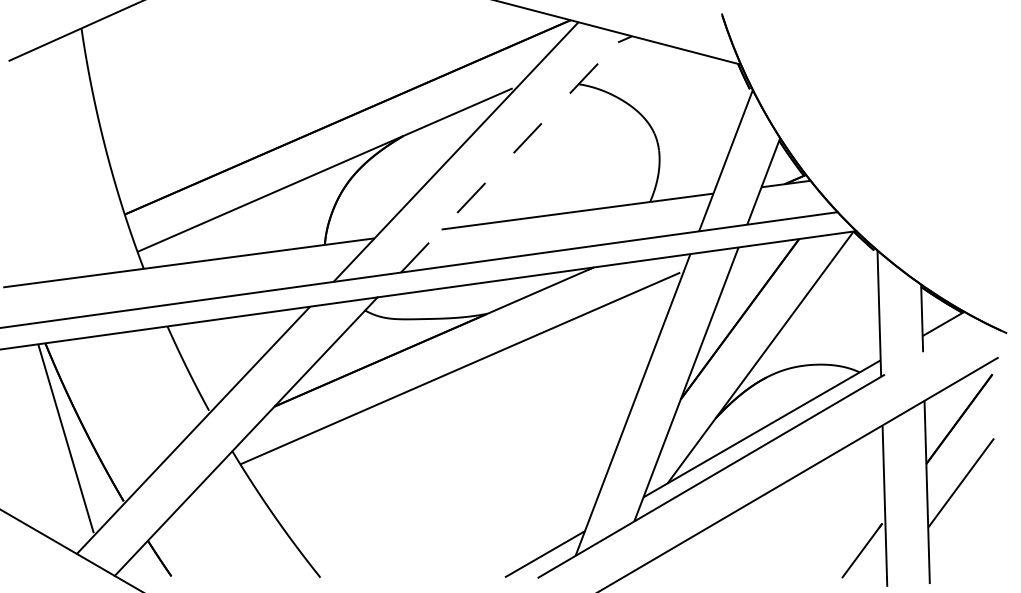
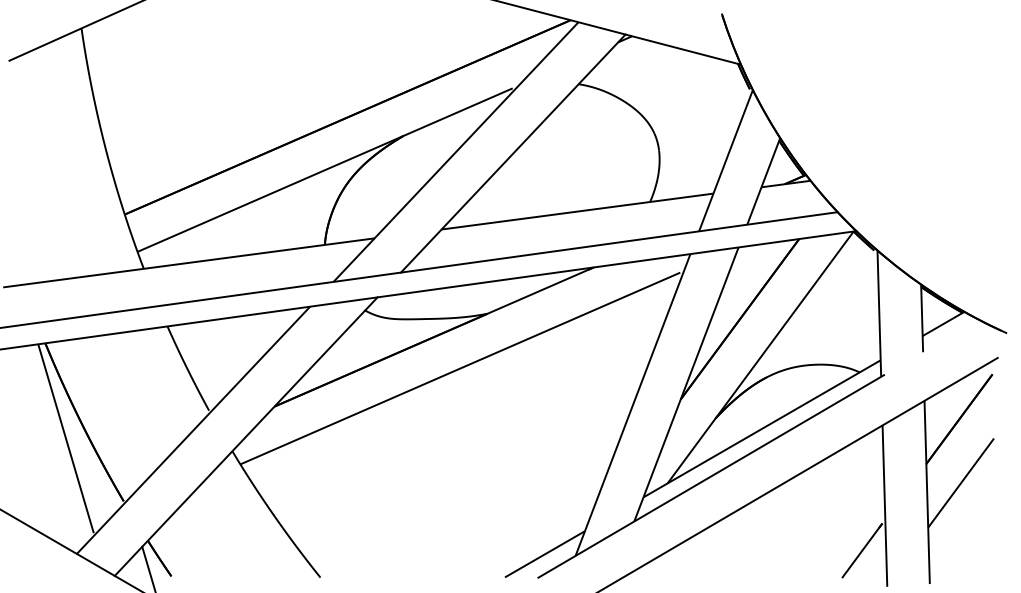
line at (513, 153): dashed -> solid
line at (148, 567): none -> present
